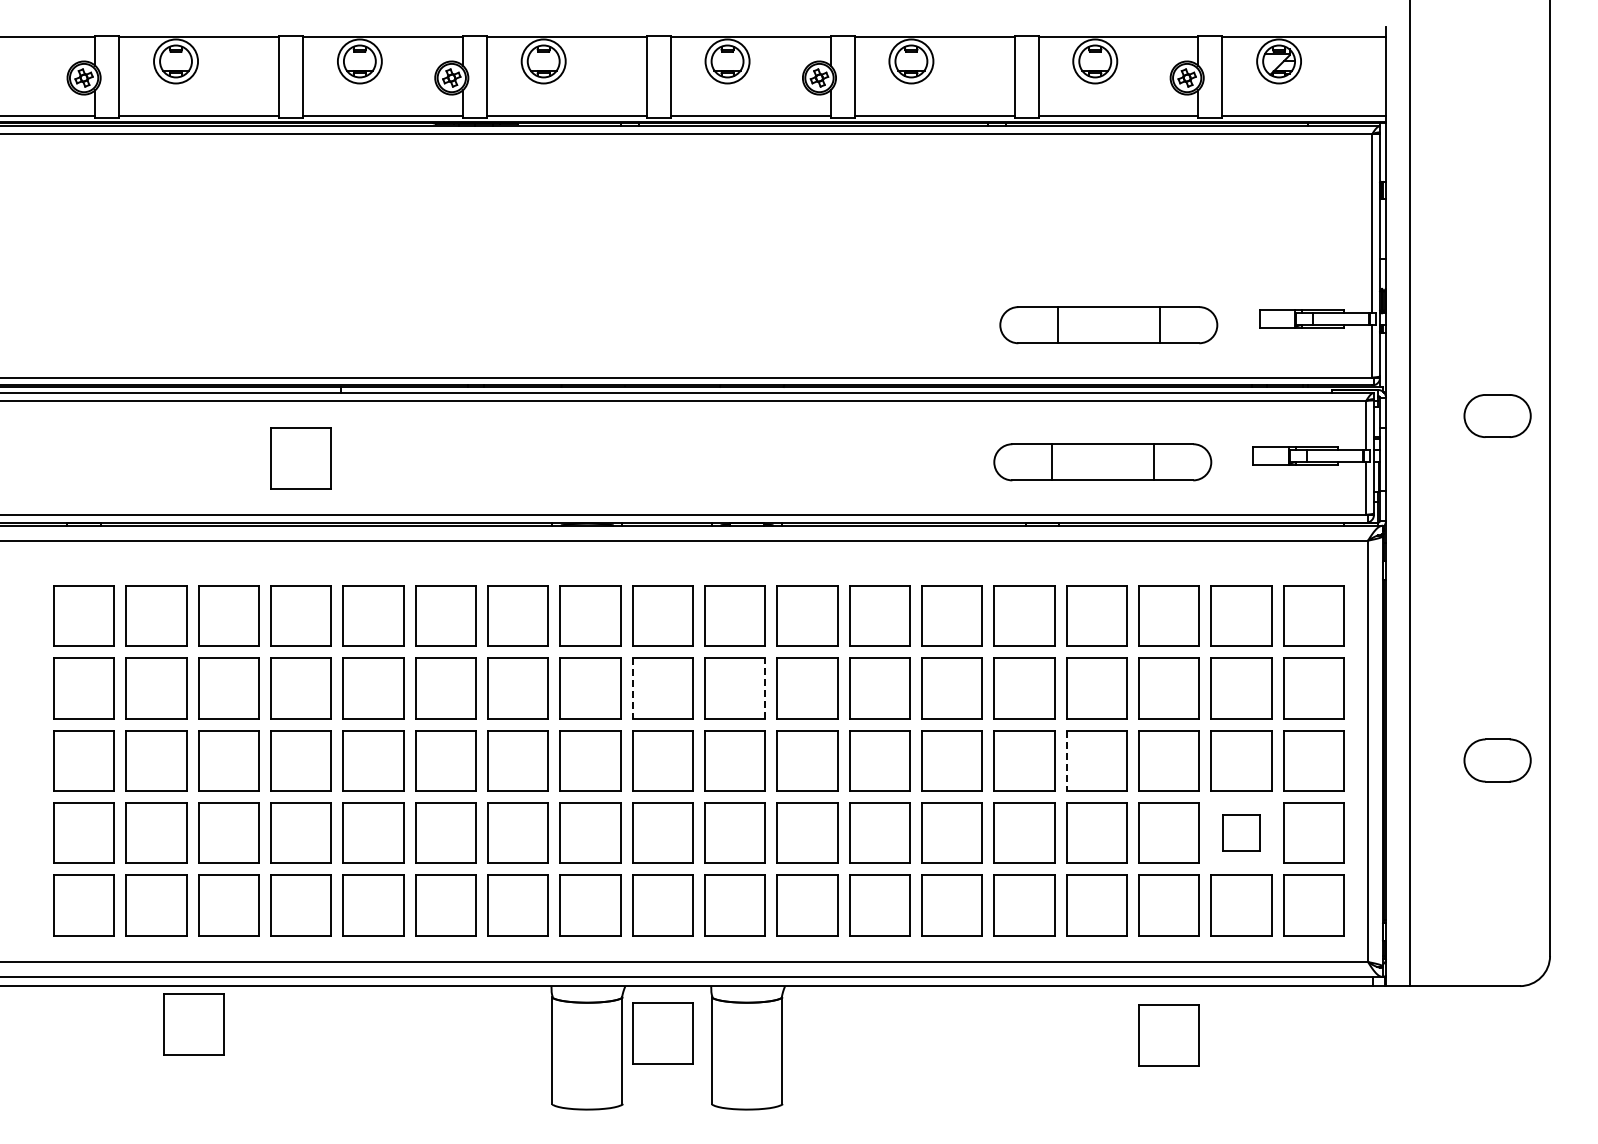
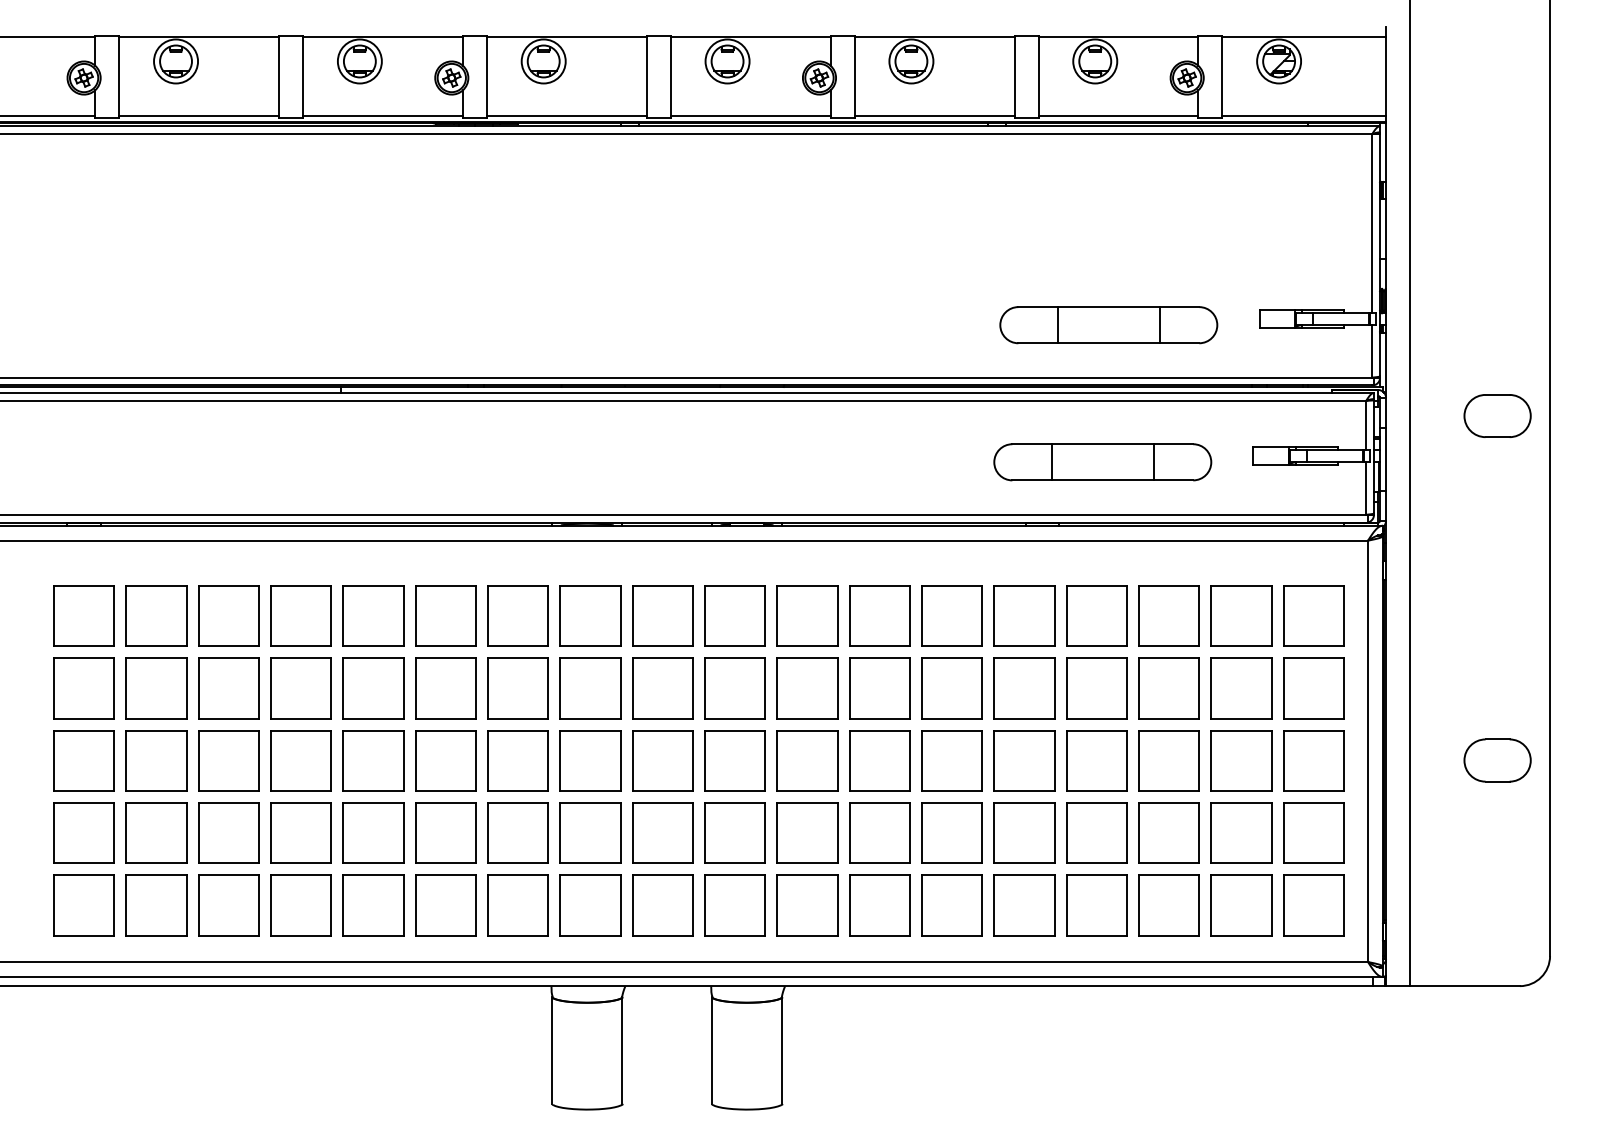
part at (300, 458): present -> none
line at (765, 687): dashed -> solid
line at (632, 688): dashed -> solid
line at (1066, 761): dashed -> solid
part at (1241, 832) size: 39x38 px -> 63x62 px
part at (193, 1024): present -> none
part at (662, 1033): present -> none
part at (1168, 1035): present -> none
